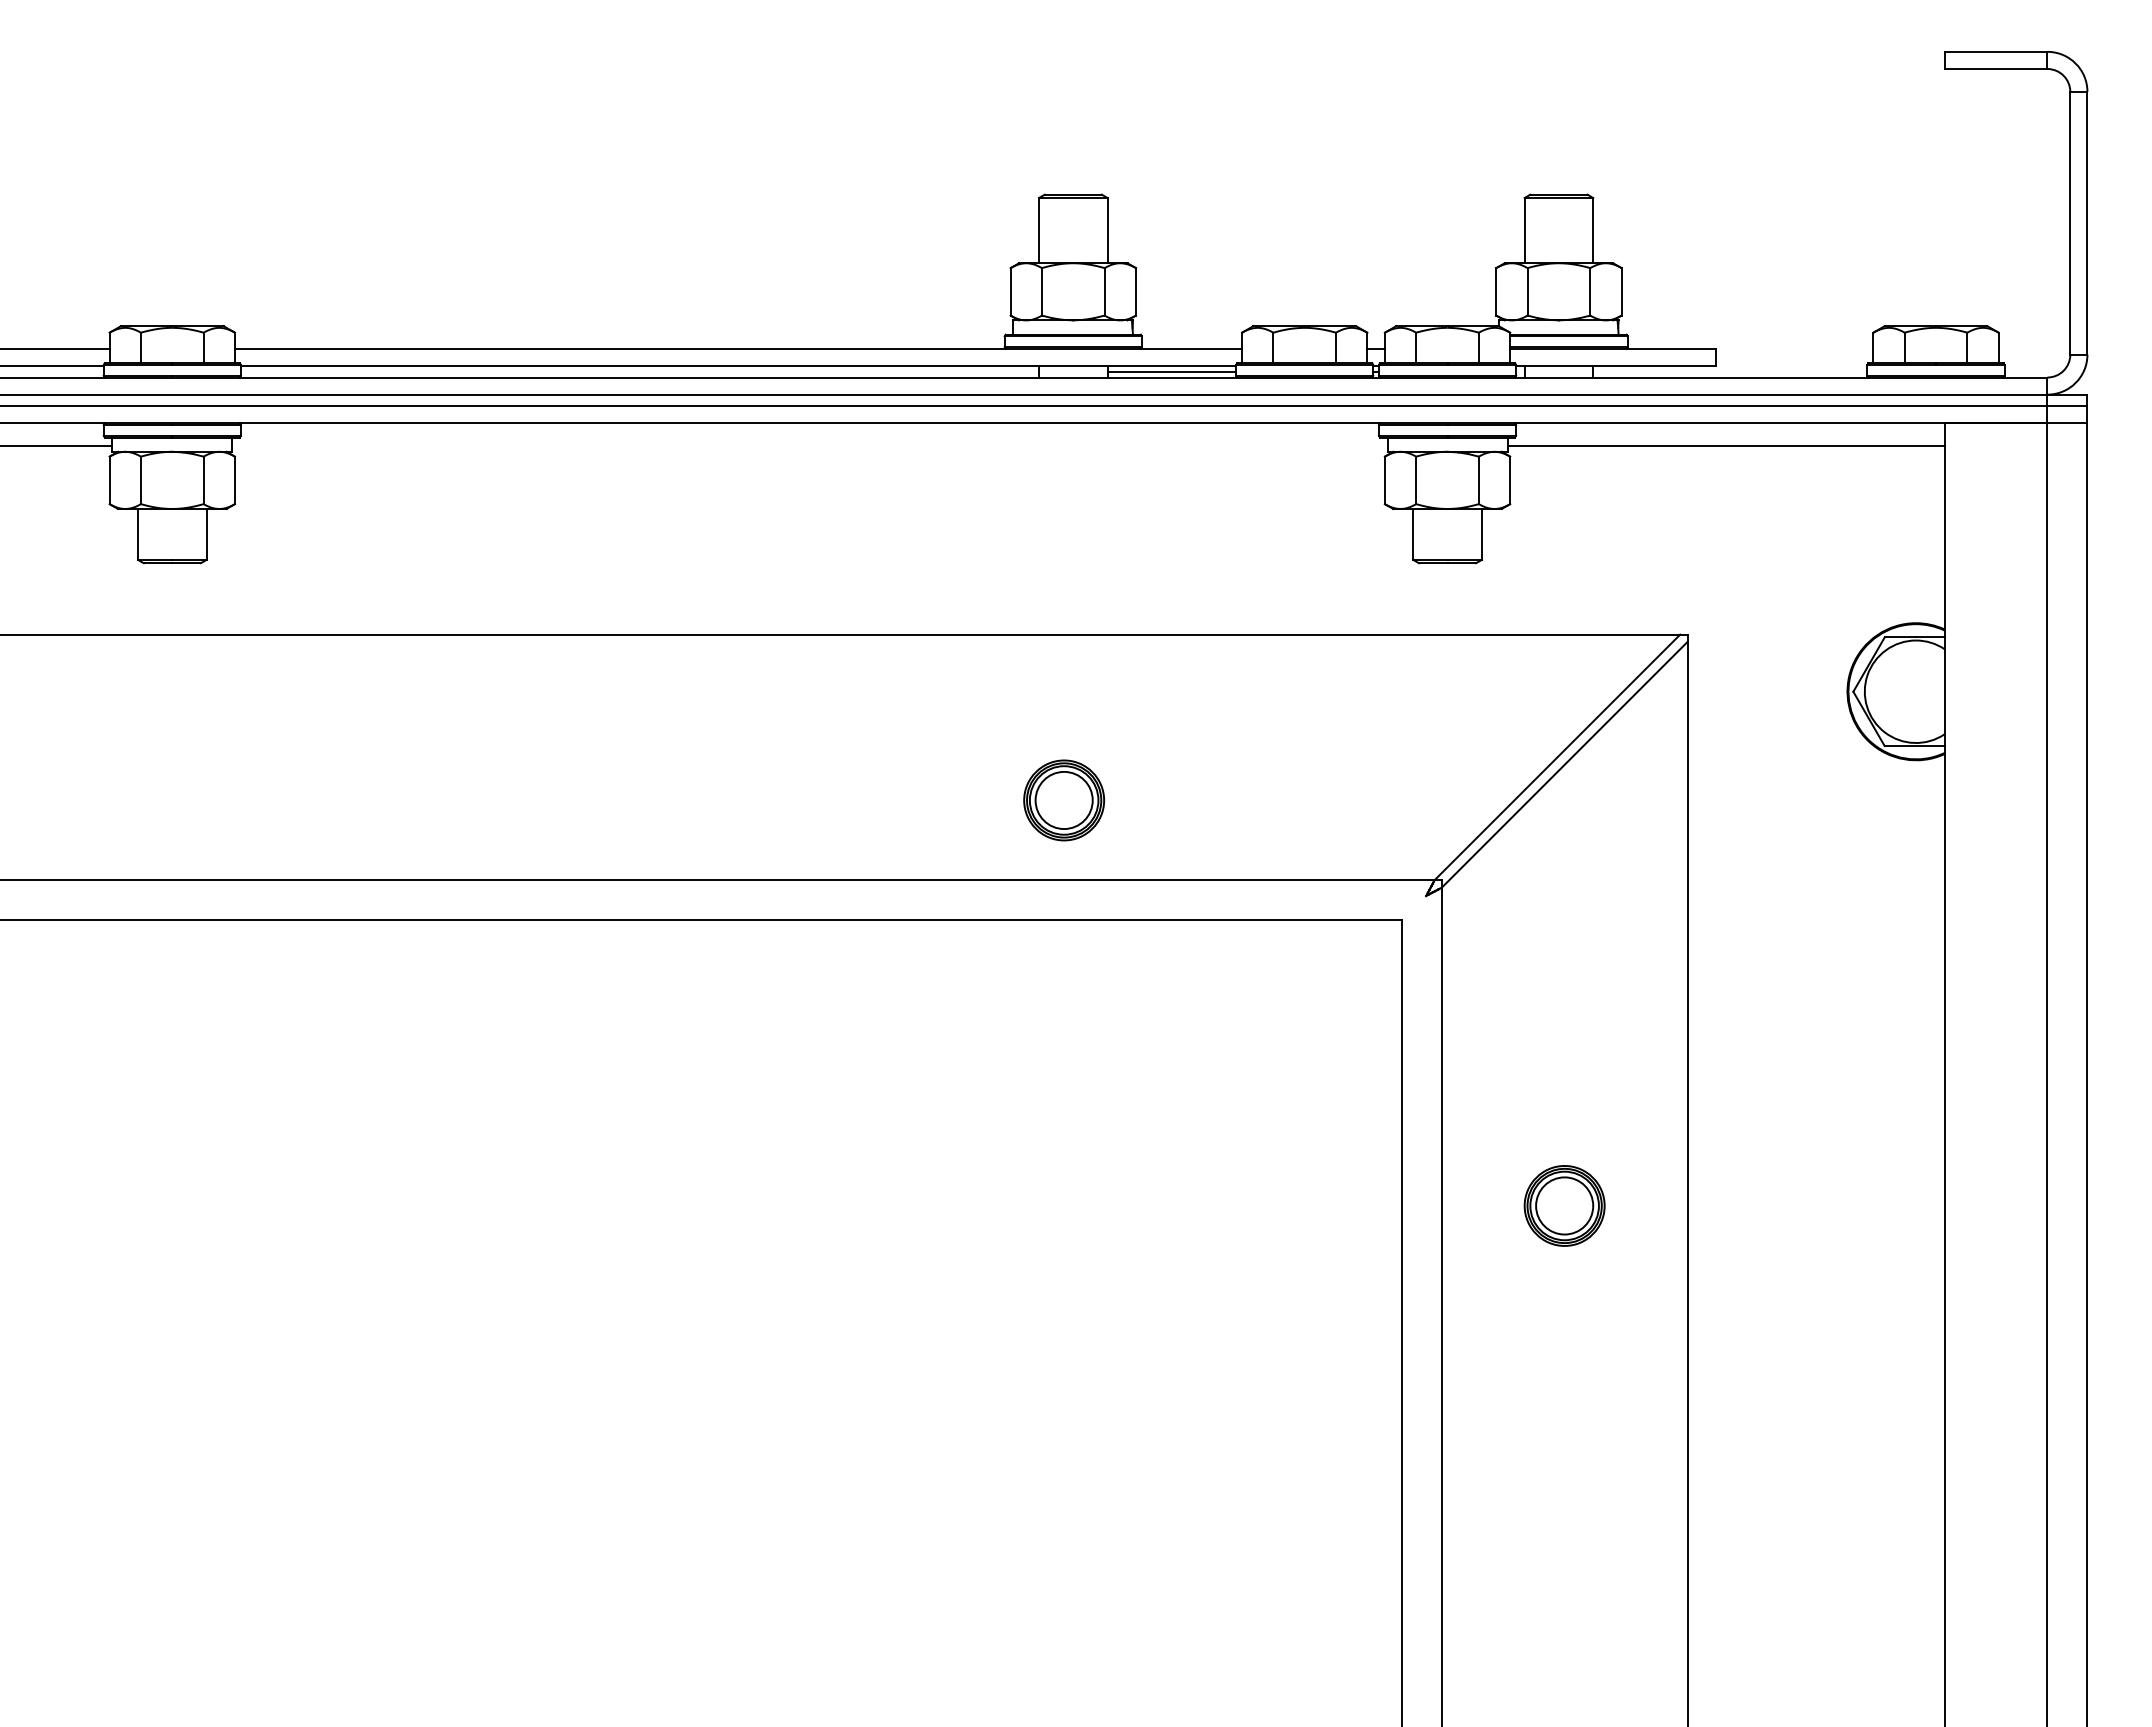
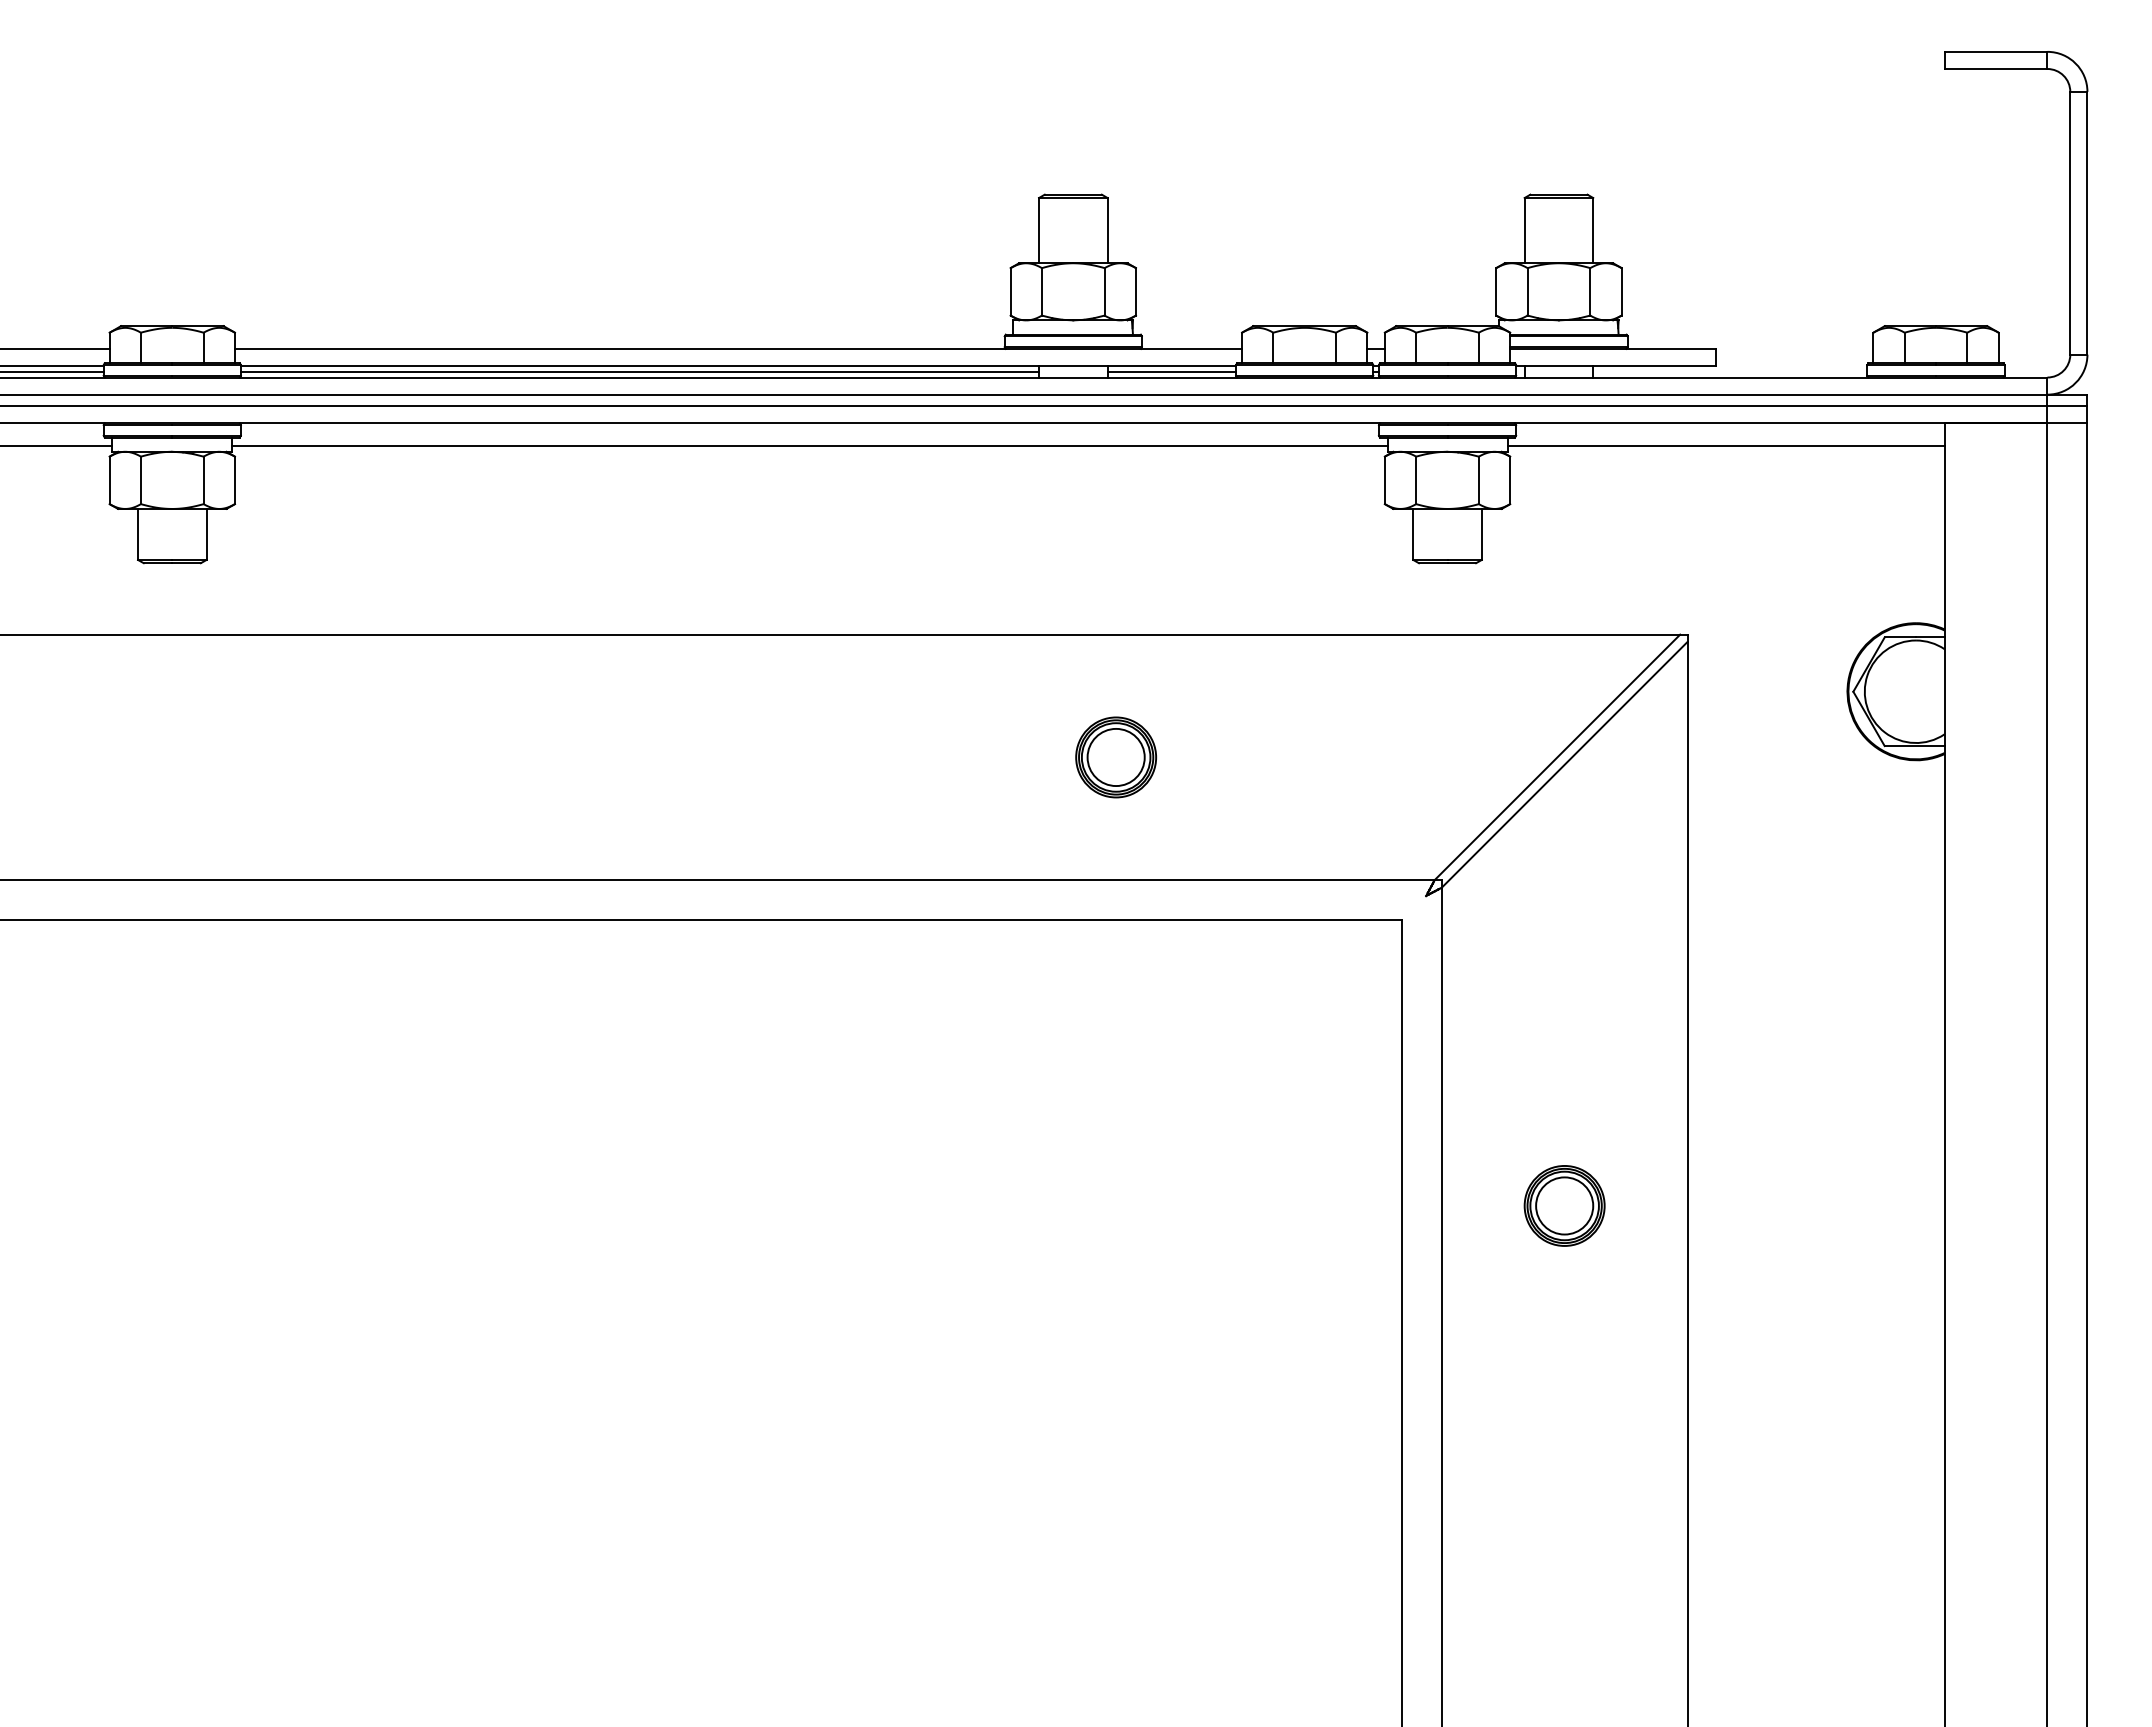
line at (52, 371): none -> present
line at (639, 371): none -> present
line at (809, 446): none -> present
part at (1064, 800) position: (1064, 800) -> (1116, 757)
